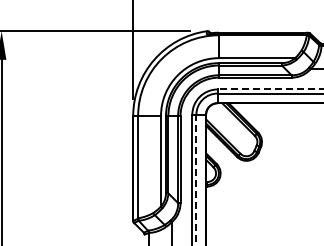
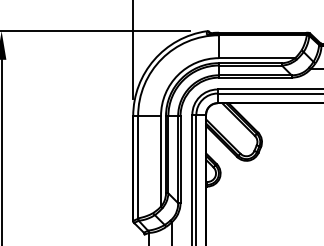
line at (270, 89): dashed -> solid
line at (196, 179): dashed -> solid
